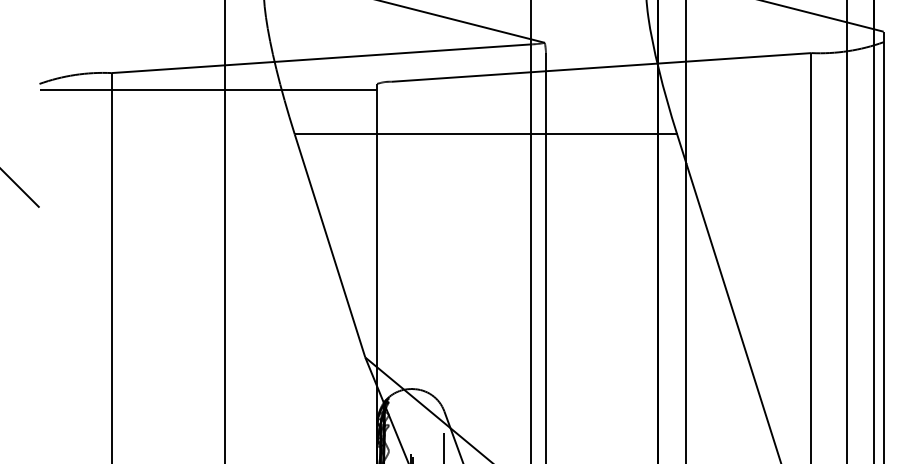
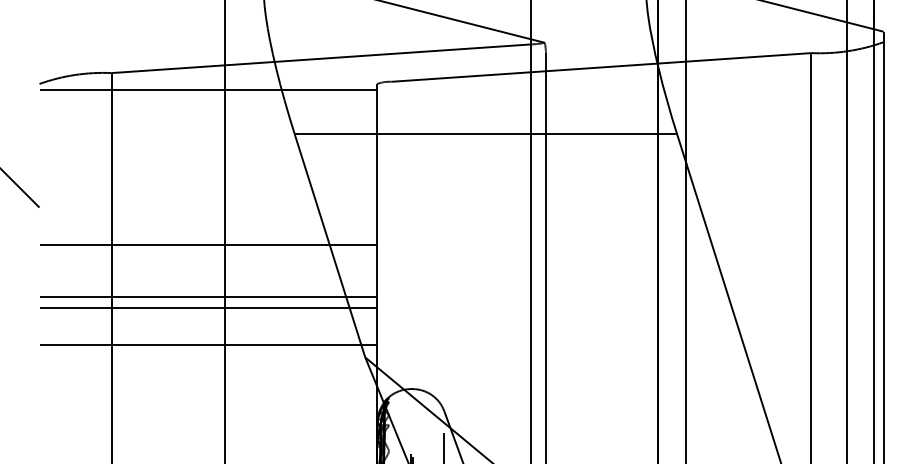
line at (208, 245): none -> present
line at (208, 297): none -> present
line at (208, 308): none -> present
line at (208, 345): none -> present
